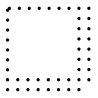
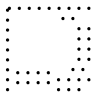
part at (83, 18) position: (83, 18) -> (67, 18)
part at (83, 69) position: (83, 69) -> (77, 69)
part at (32, 84) position: (32, 84) -> (32, 77)
